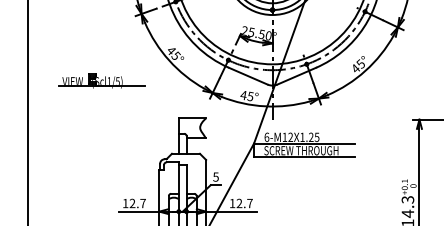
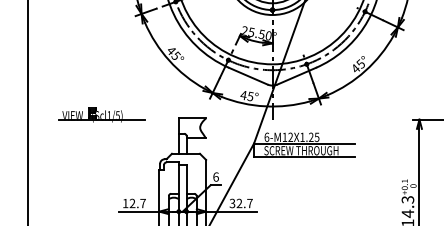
part at (101, 80) position: (101, 80) -> (101, 114)
text at (215, 176): 5 -> 6
text at (232, 203): 12.7 -> 32.7
